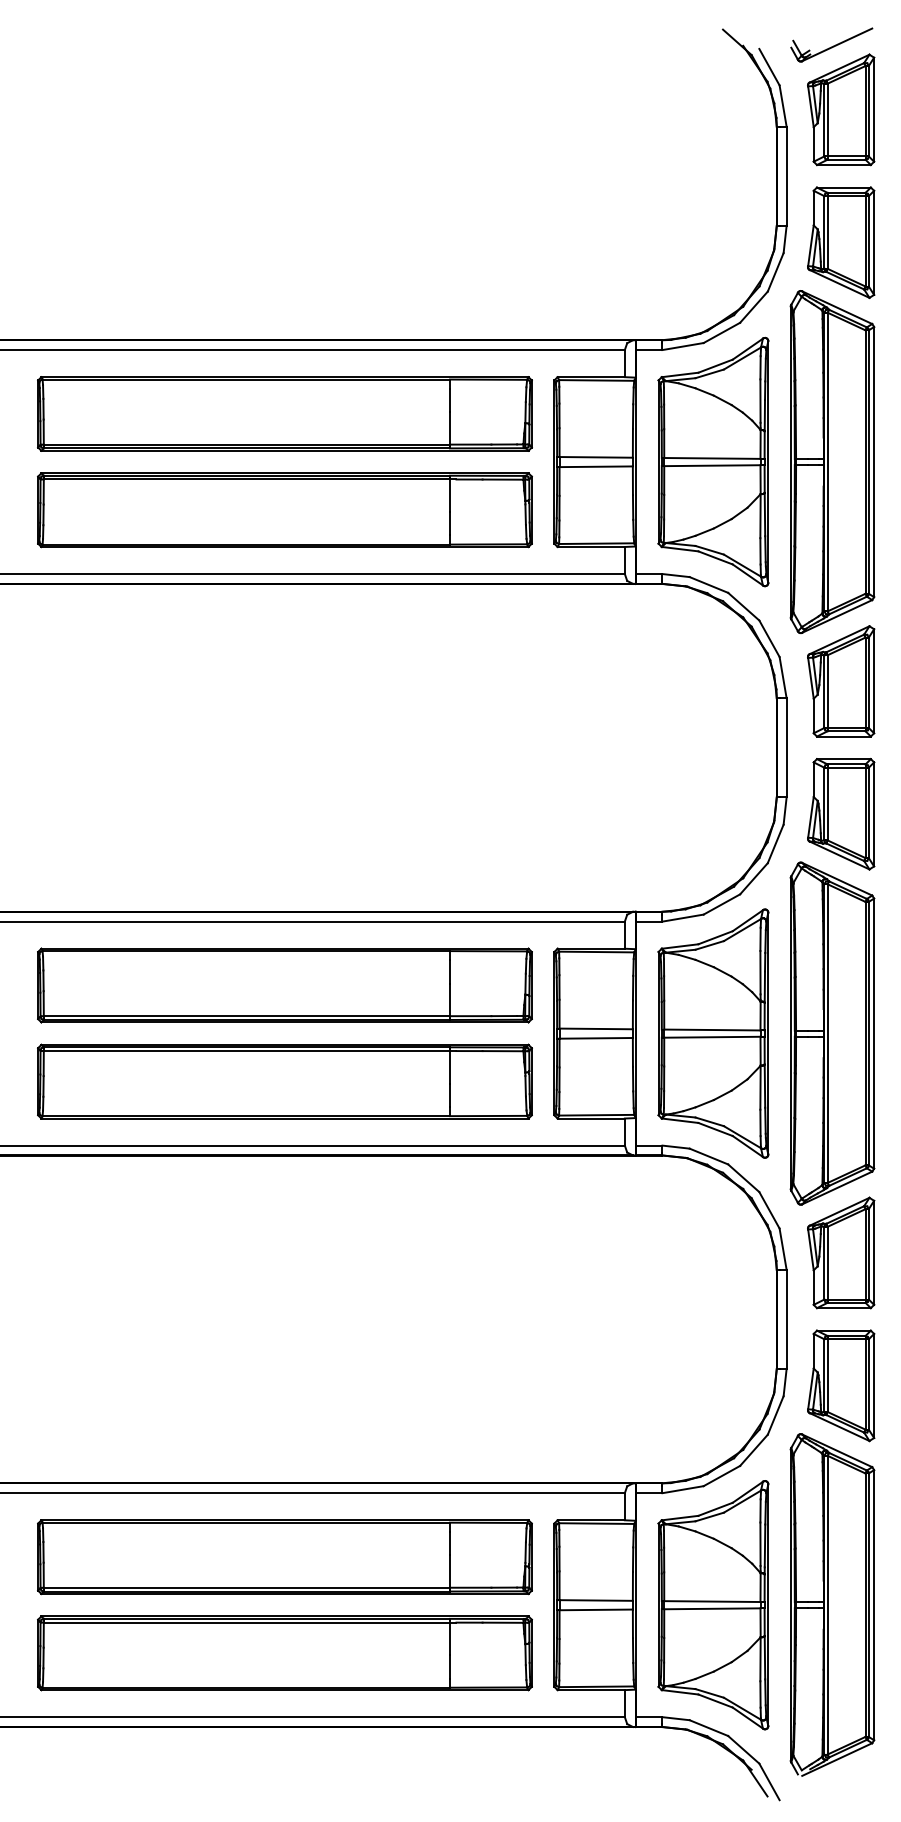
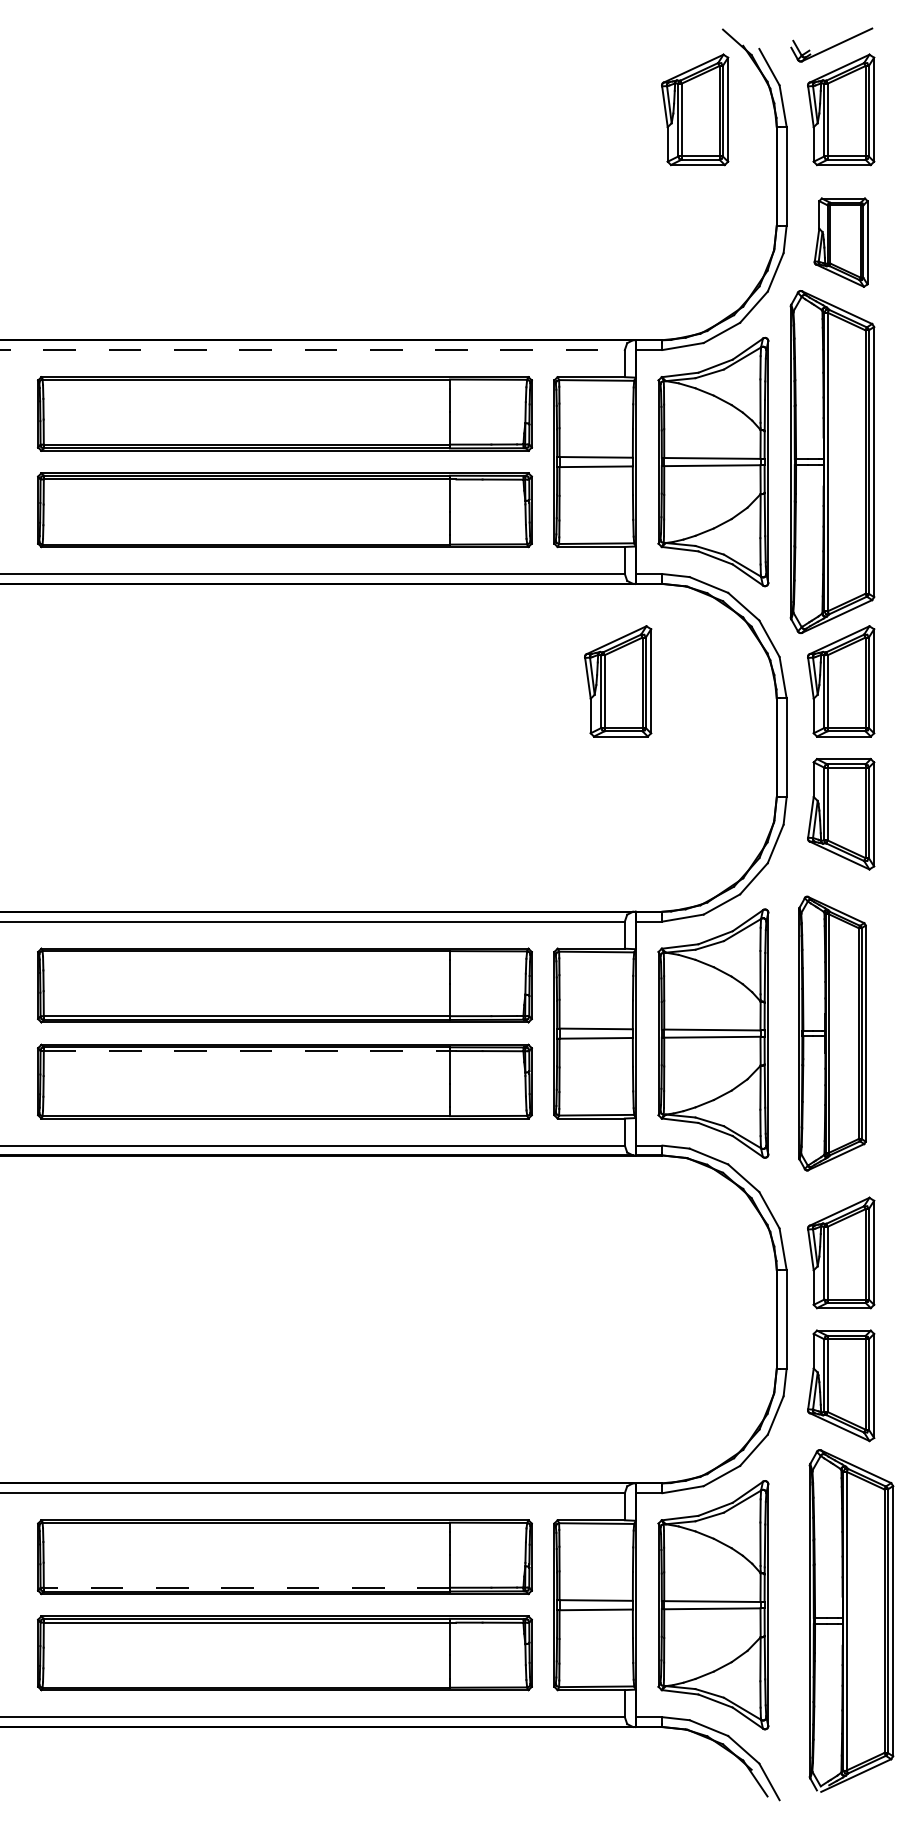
part at (695, 109): none -> present
part at (841, 242) size: 69x113 px -> 56x91 px
line at (313, 350): solid -> dashed
part at (618, 681): none -> present
part at (832, 1033) size: 87x345 px -> 69x277 px
line at (247, 1051): solid -> dashed
line at (246, 1587): solid -> dashed
part at (832, 1604) position: (832, 1604) -> (851, 1620)
